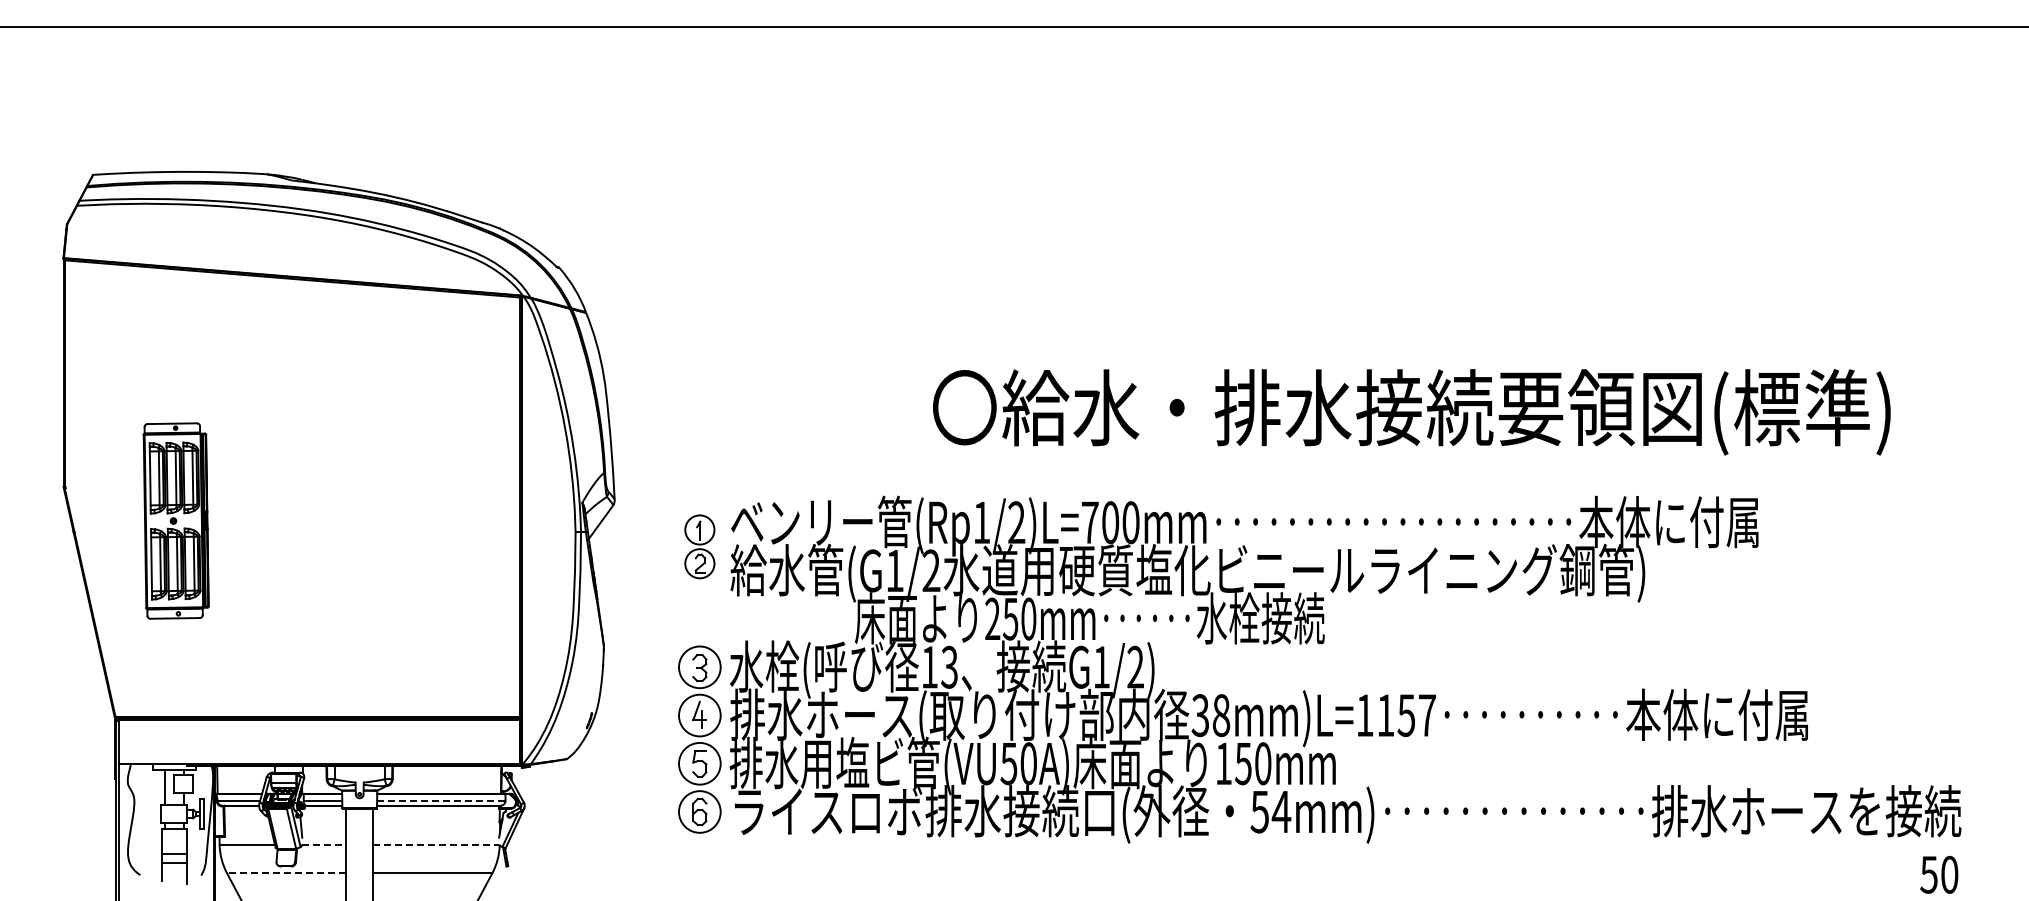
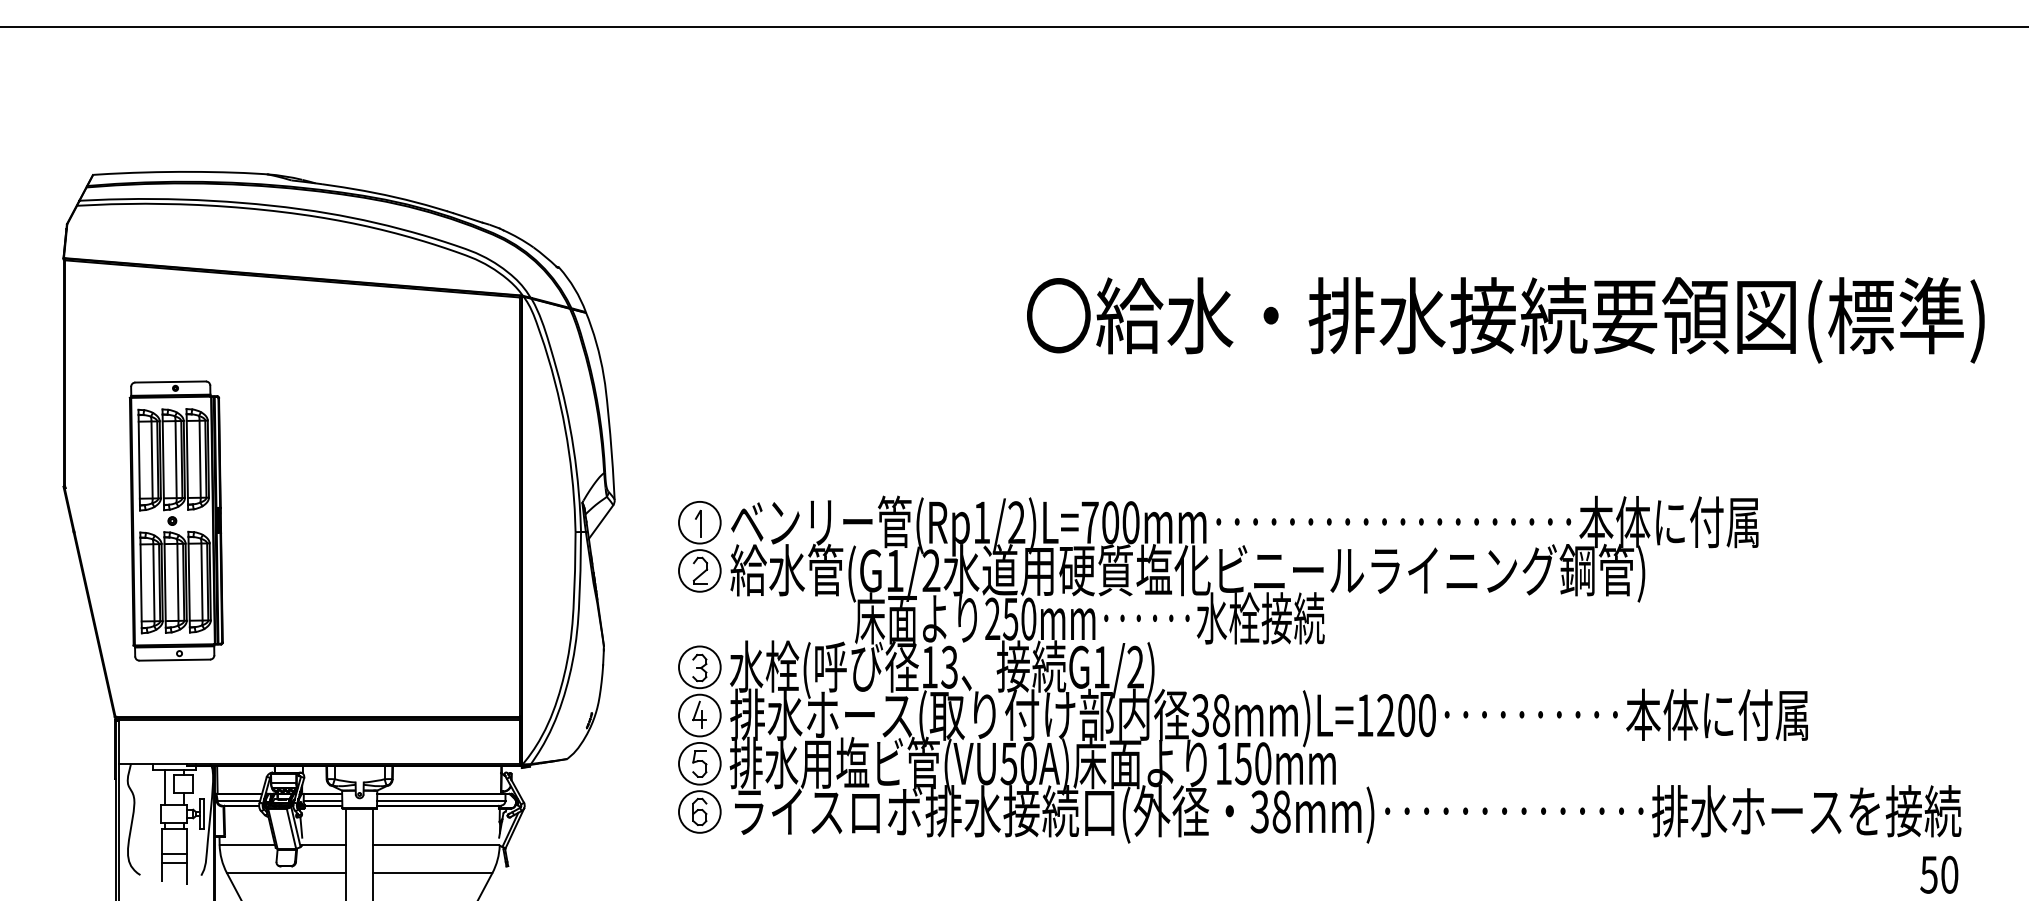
text at (1411, 412) position: (1411, 412) -> (1505, 320)
part at (175, 520) size: 68x198 px -> 96x282 px
part at (699, 546) size: 32x66 px -> 44x92 px
text at (1406, 715): 38mm)L=1157 -> 38mm)L=1200
line at (441, 800): dashed -> solid
text at (1270, 811): 54mm) -> 38mm)
line at (324, 844): dashed -> solid
line at (436, 844): dashed -> solid
line at (286, 873): dashed -> solid
